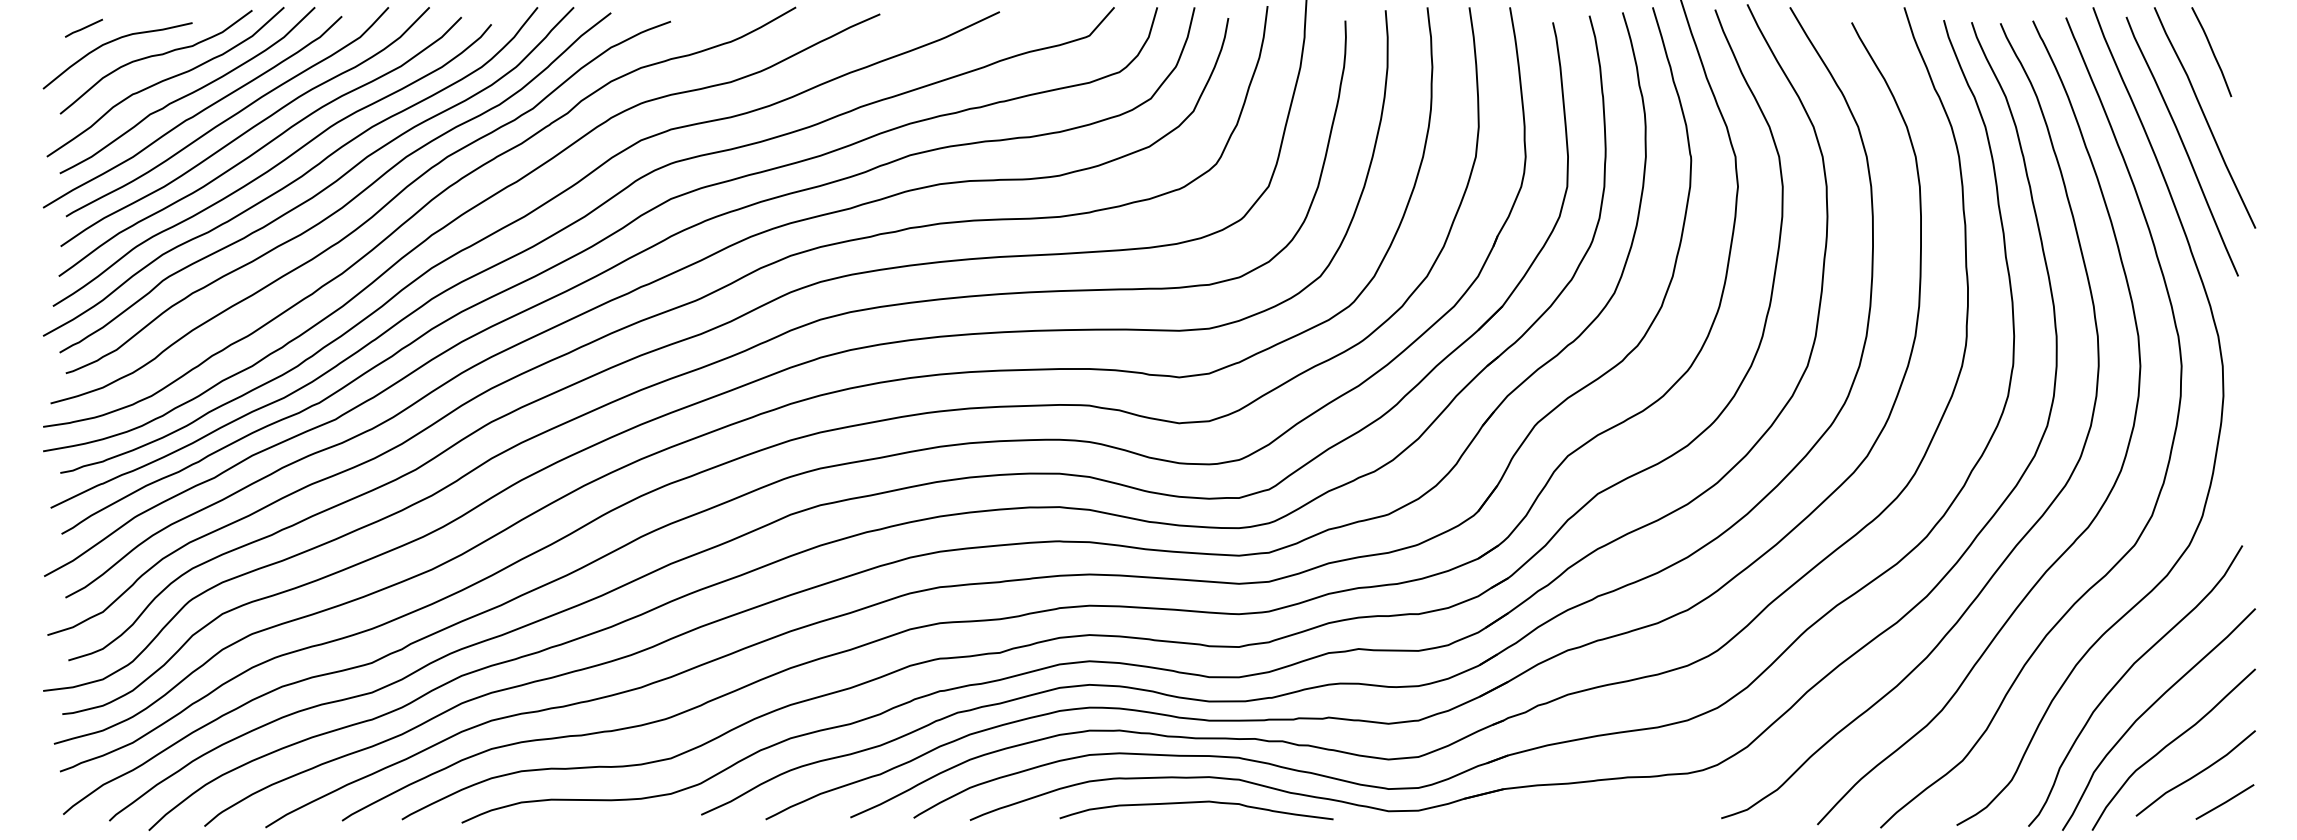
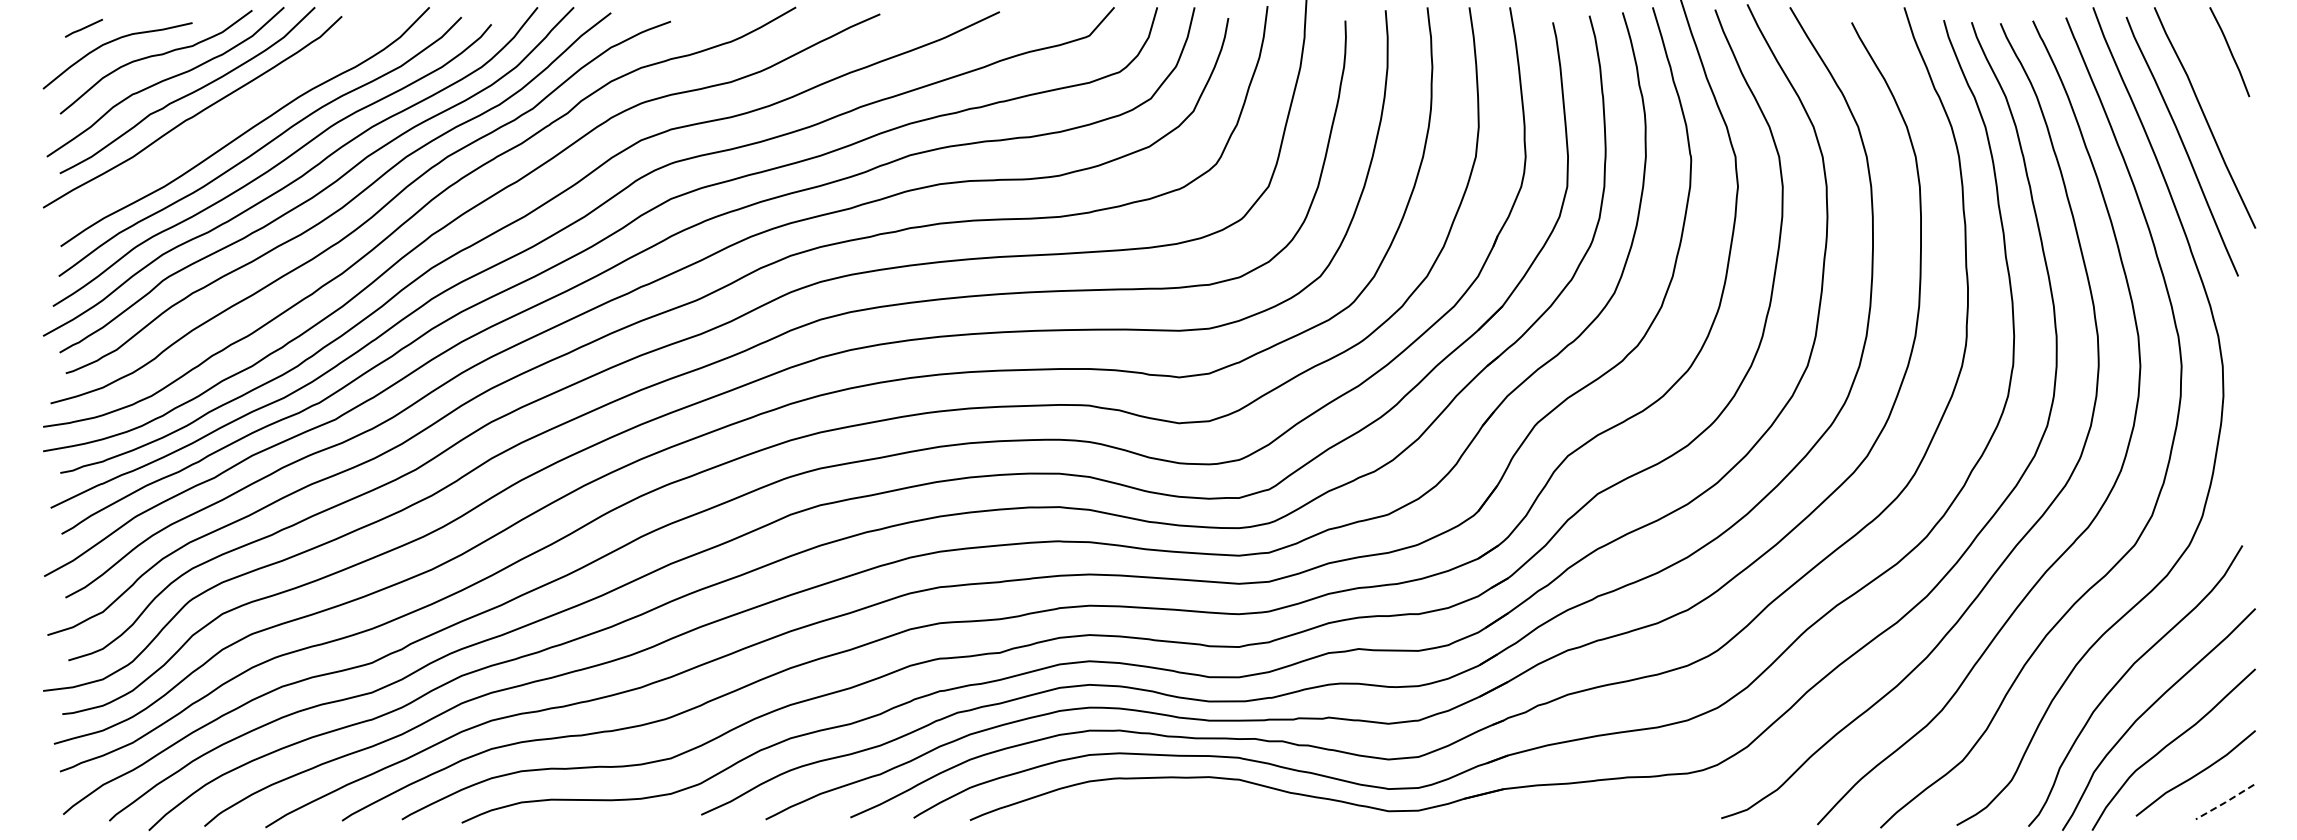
curve at (2211, 51) position: (2211, 51) -> (2229, 51)
curve at (231, 115): present -> none
line at (2225, 802): solid -> dashed
curve at (1196, 803): present -> none
